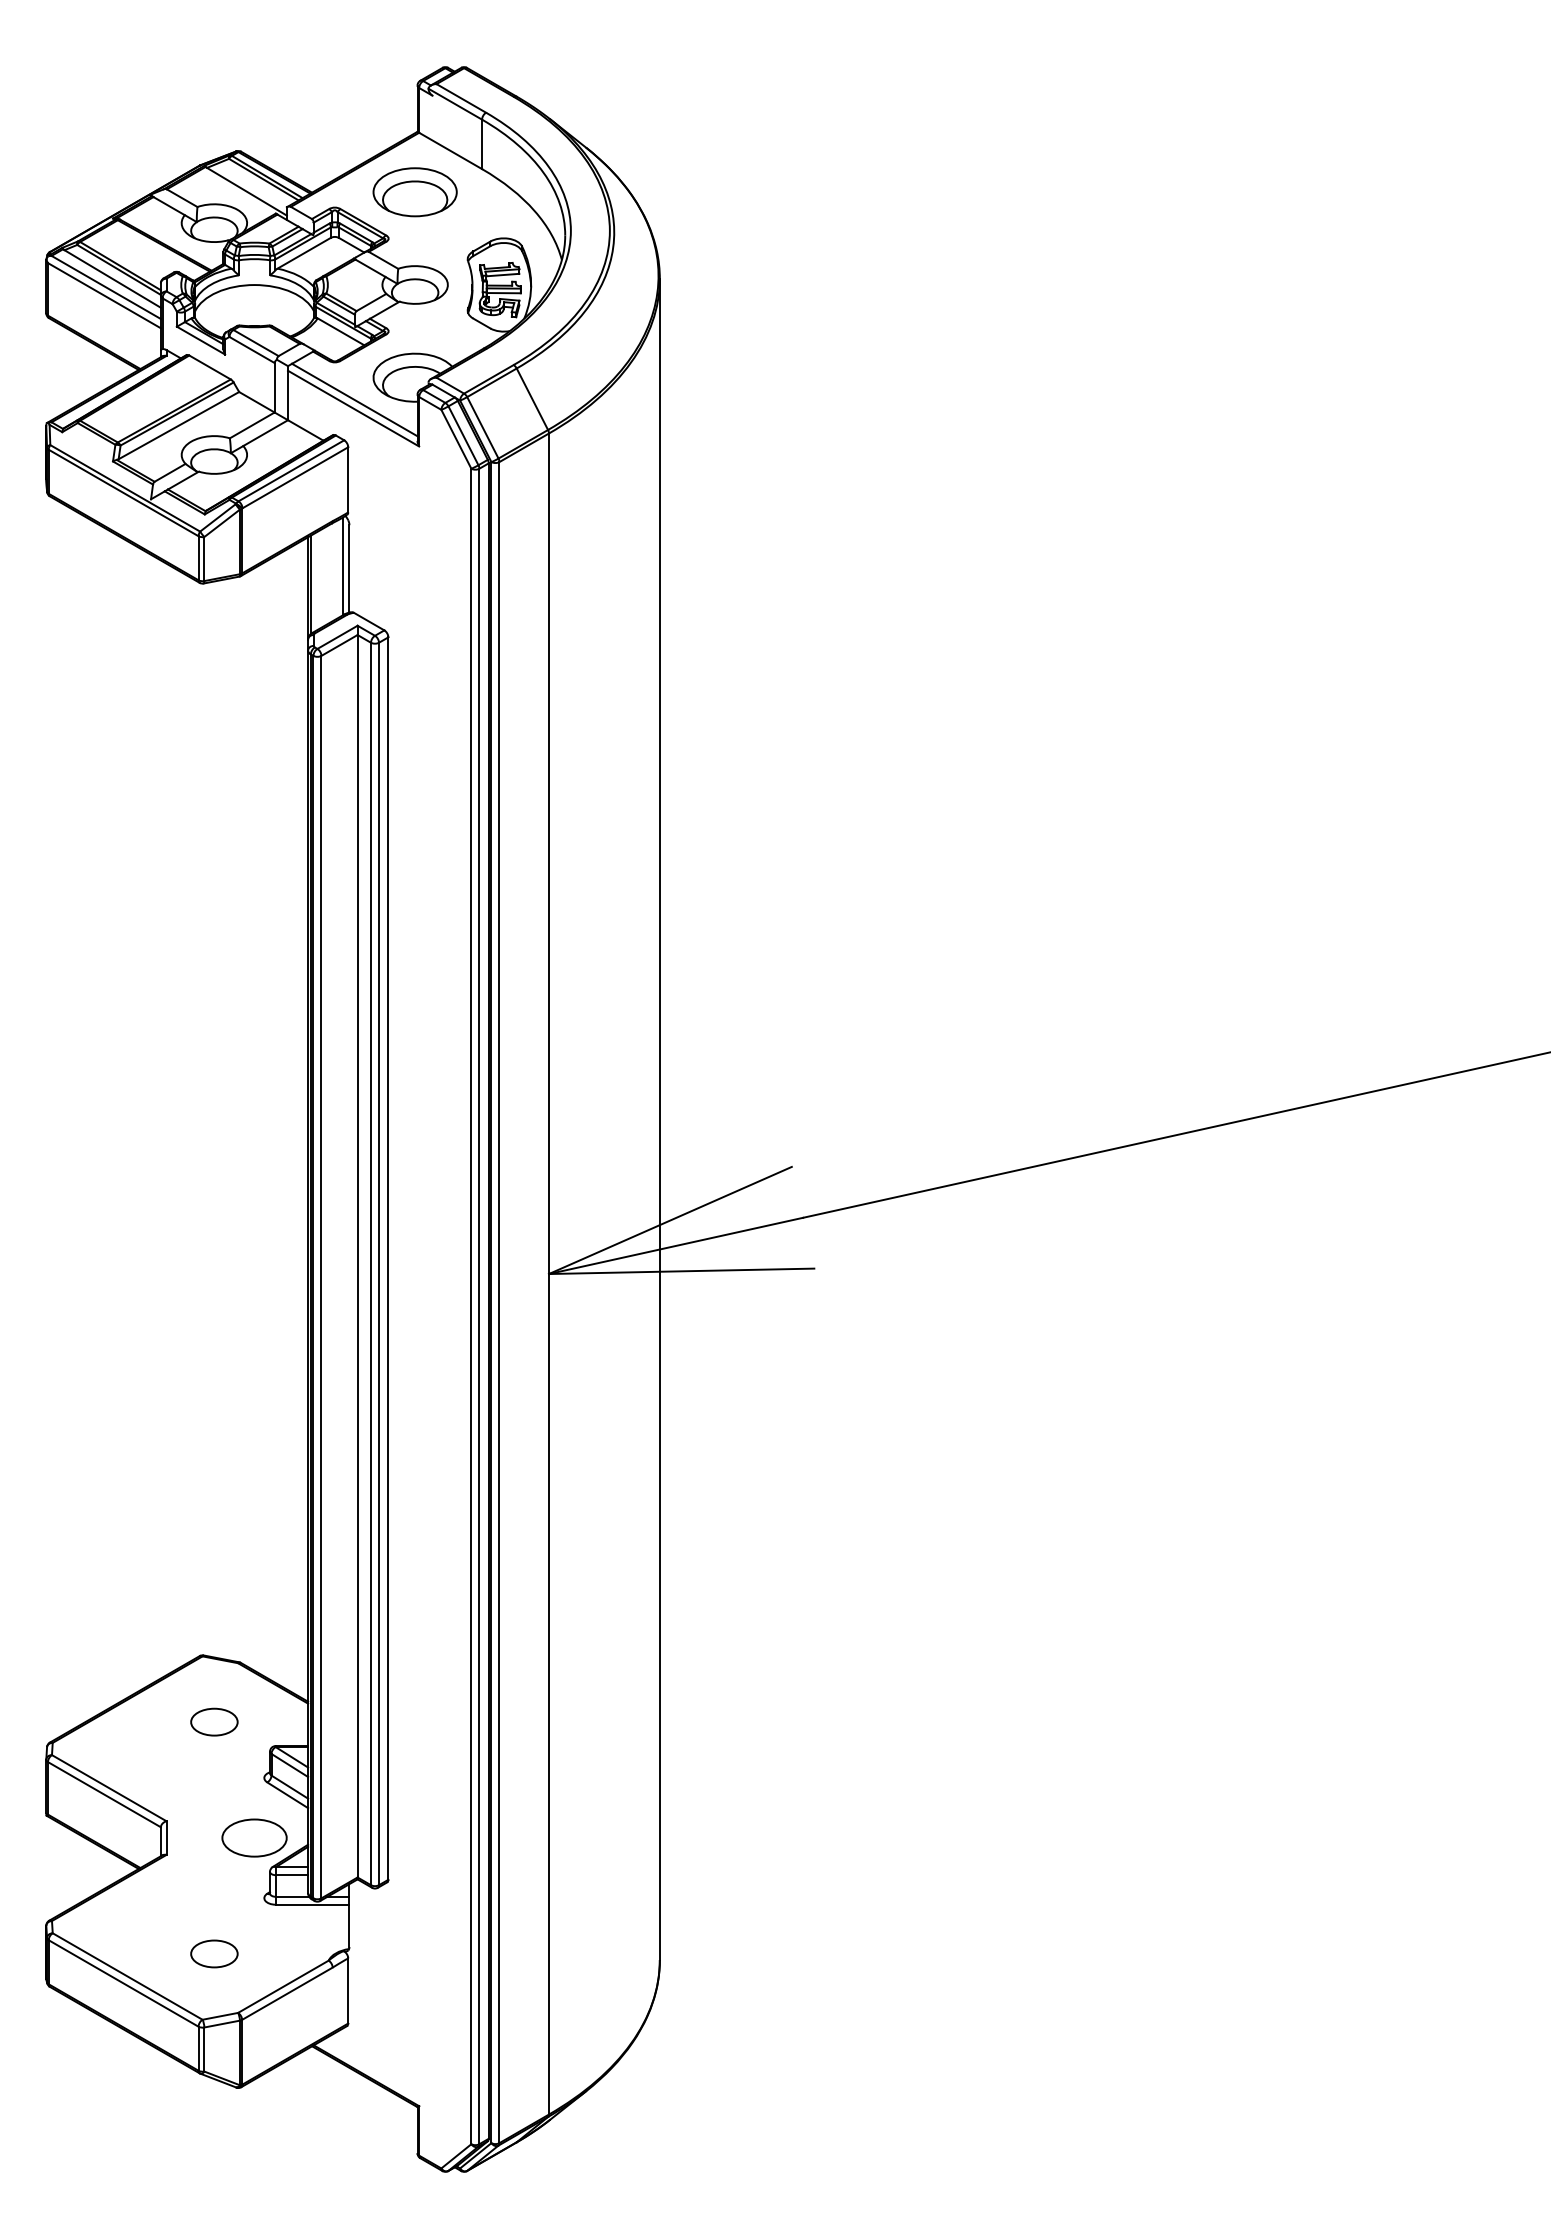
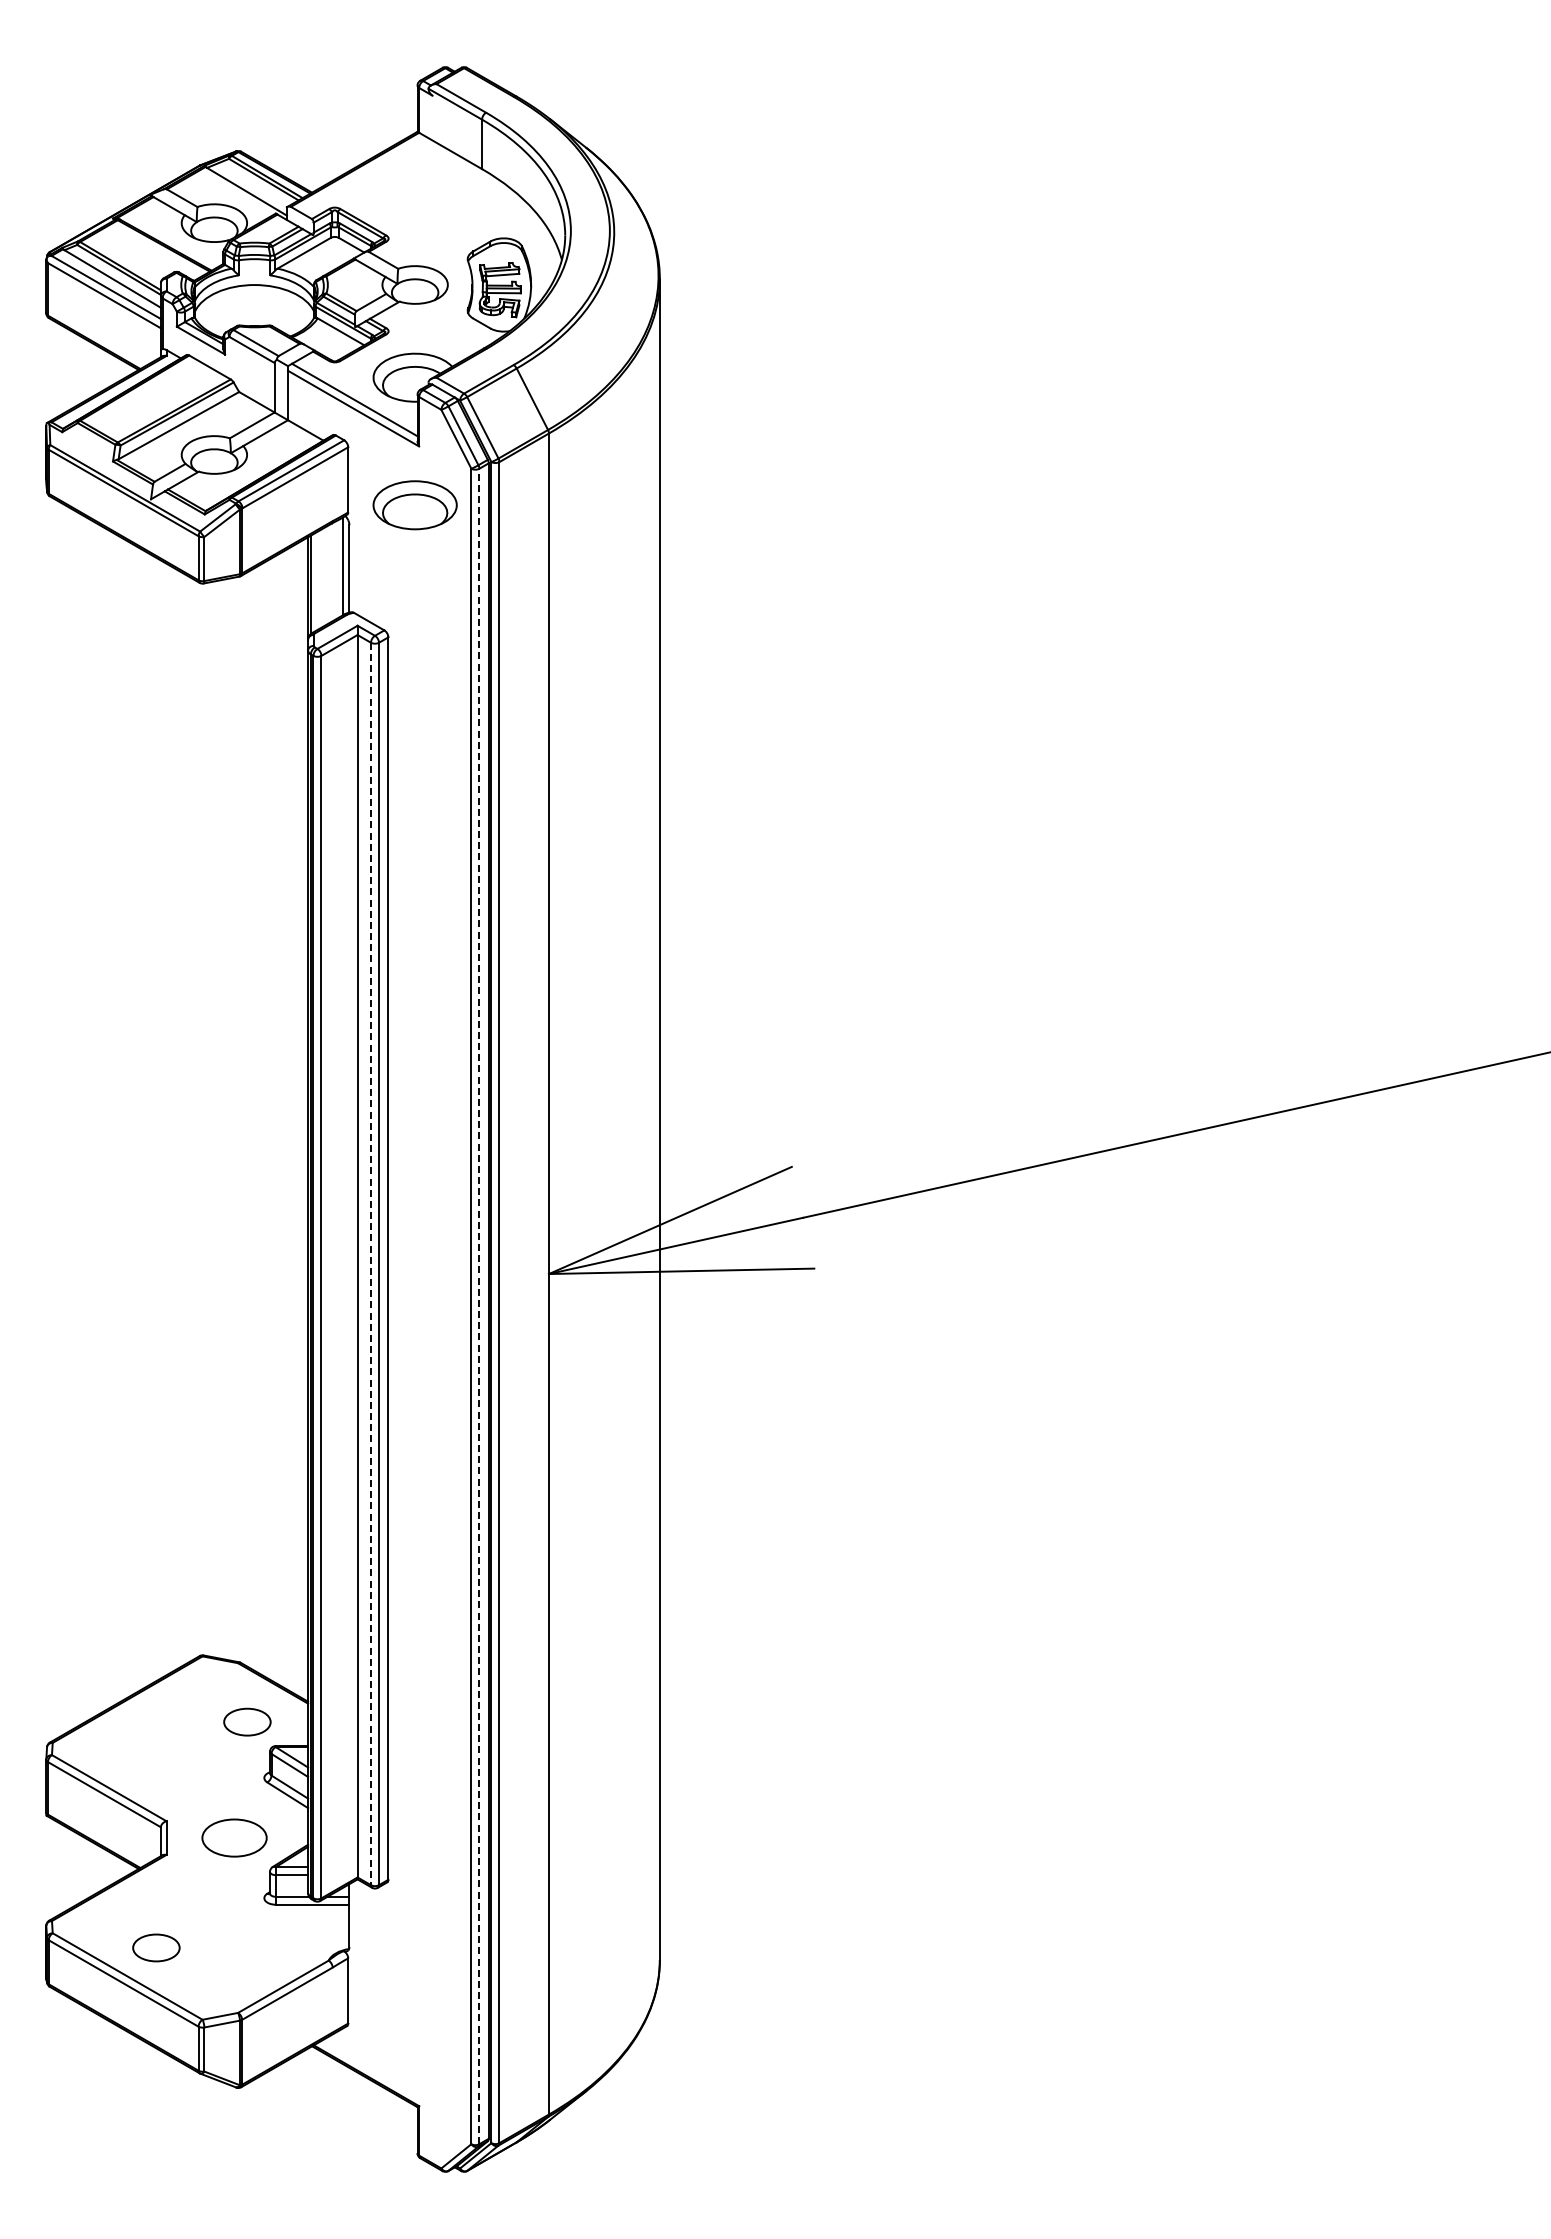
part at (414, 192) position: (414, 192) -> (414, 505)
line at (371, 1264): solid -> dashed
line at (479, 1306): solid -> dashed
part at (214, 1721) position: (214, 1721) -> (247, 1721)
part at (254, 1837) position: (254, 1837) -> (234, 1837)
part at (214, 1953) position: (214, 1953) -> (156, 1947)
